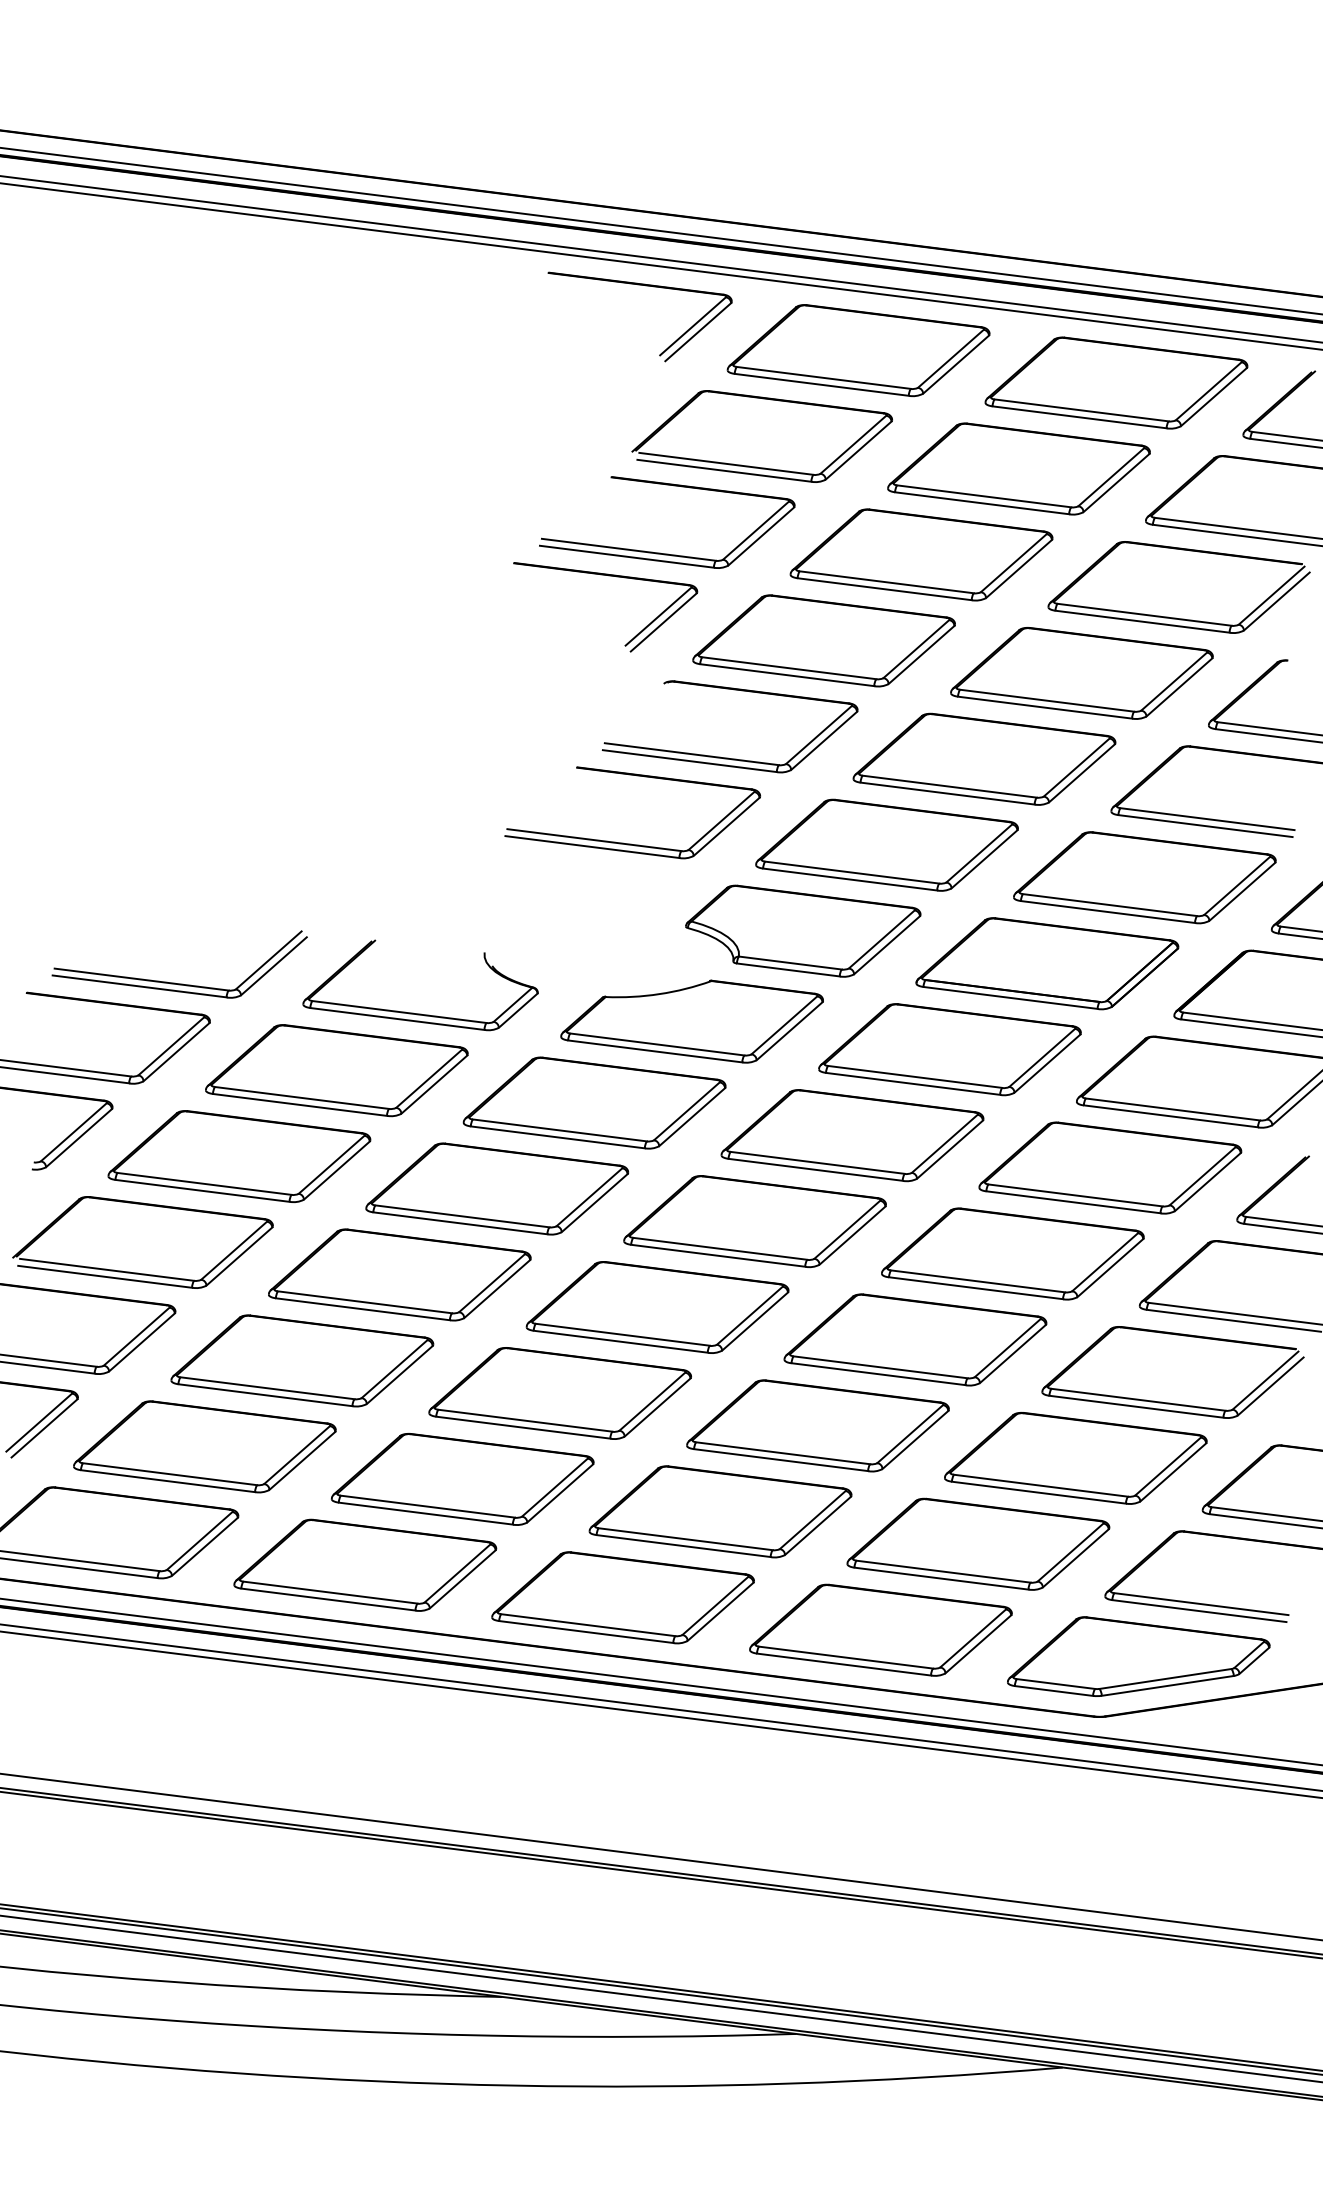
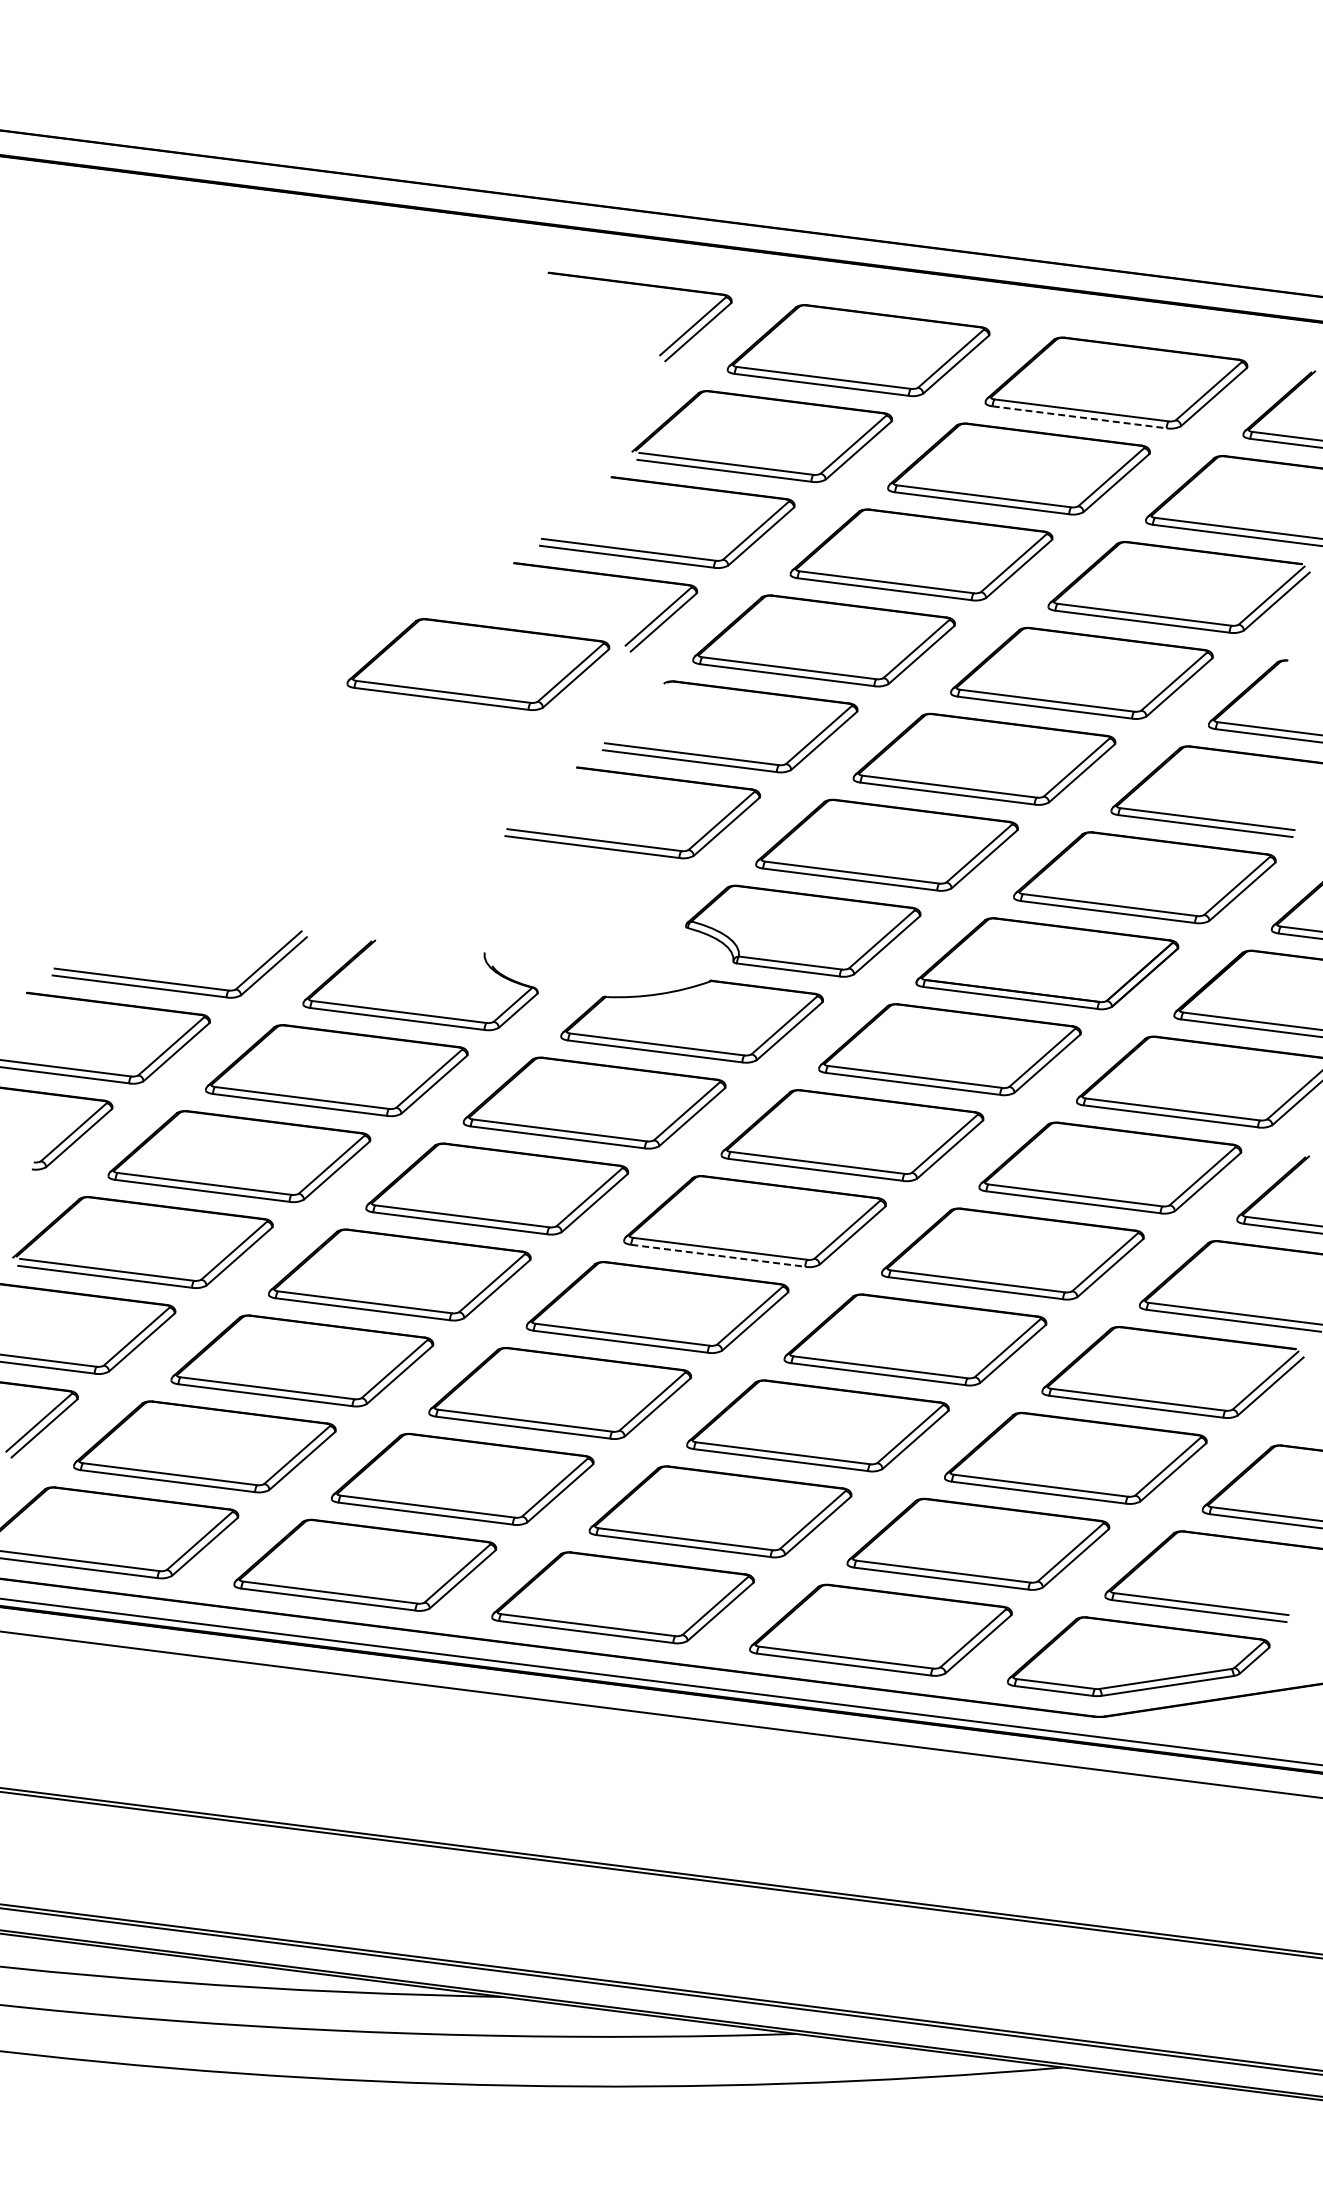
line at (660, 231): present -> none
line at (660, 259): present -> none
line at (660, 266): present -> none
line at (1079, 417): solid -> dashed
part at (478, 664): none -> present
line at (718, 1255): solid -> dashed
line at (660, 1707): present -> none
line at (660, 1856): present -> none
line at (660, 1998): present -> none
